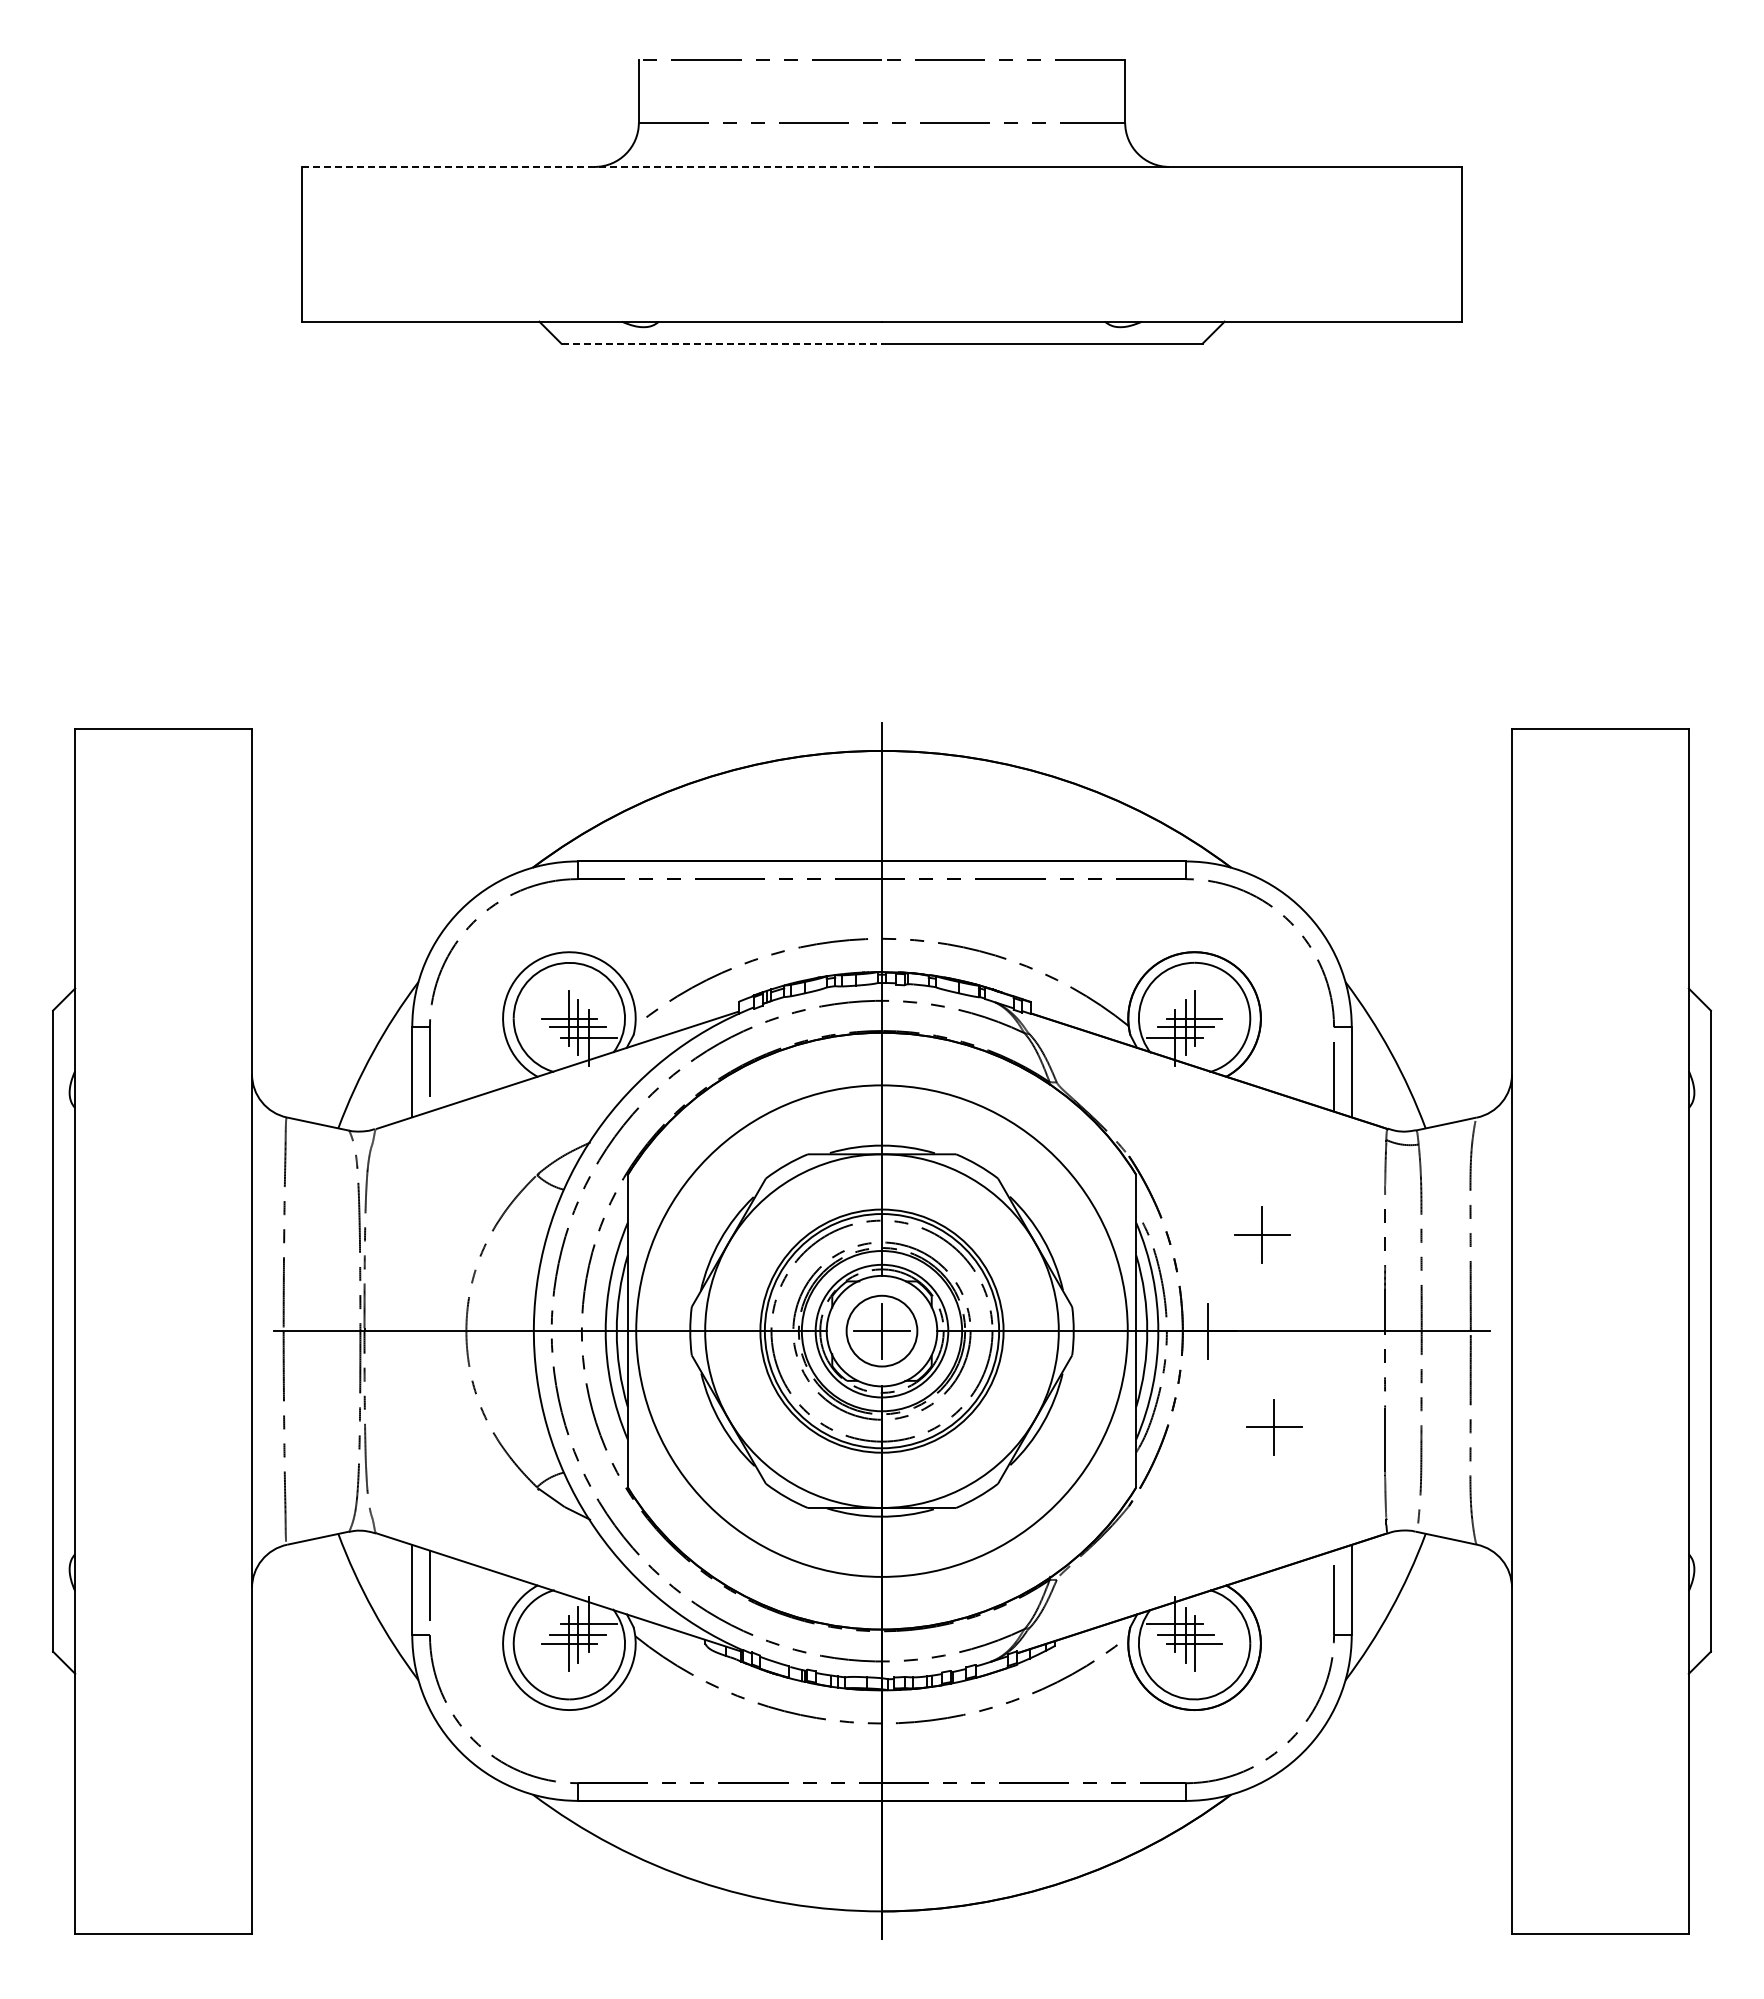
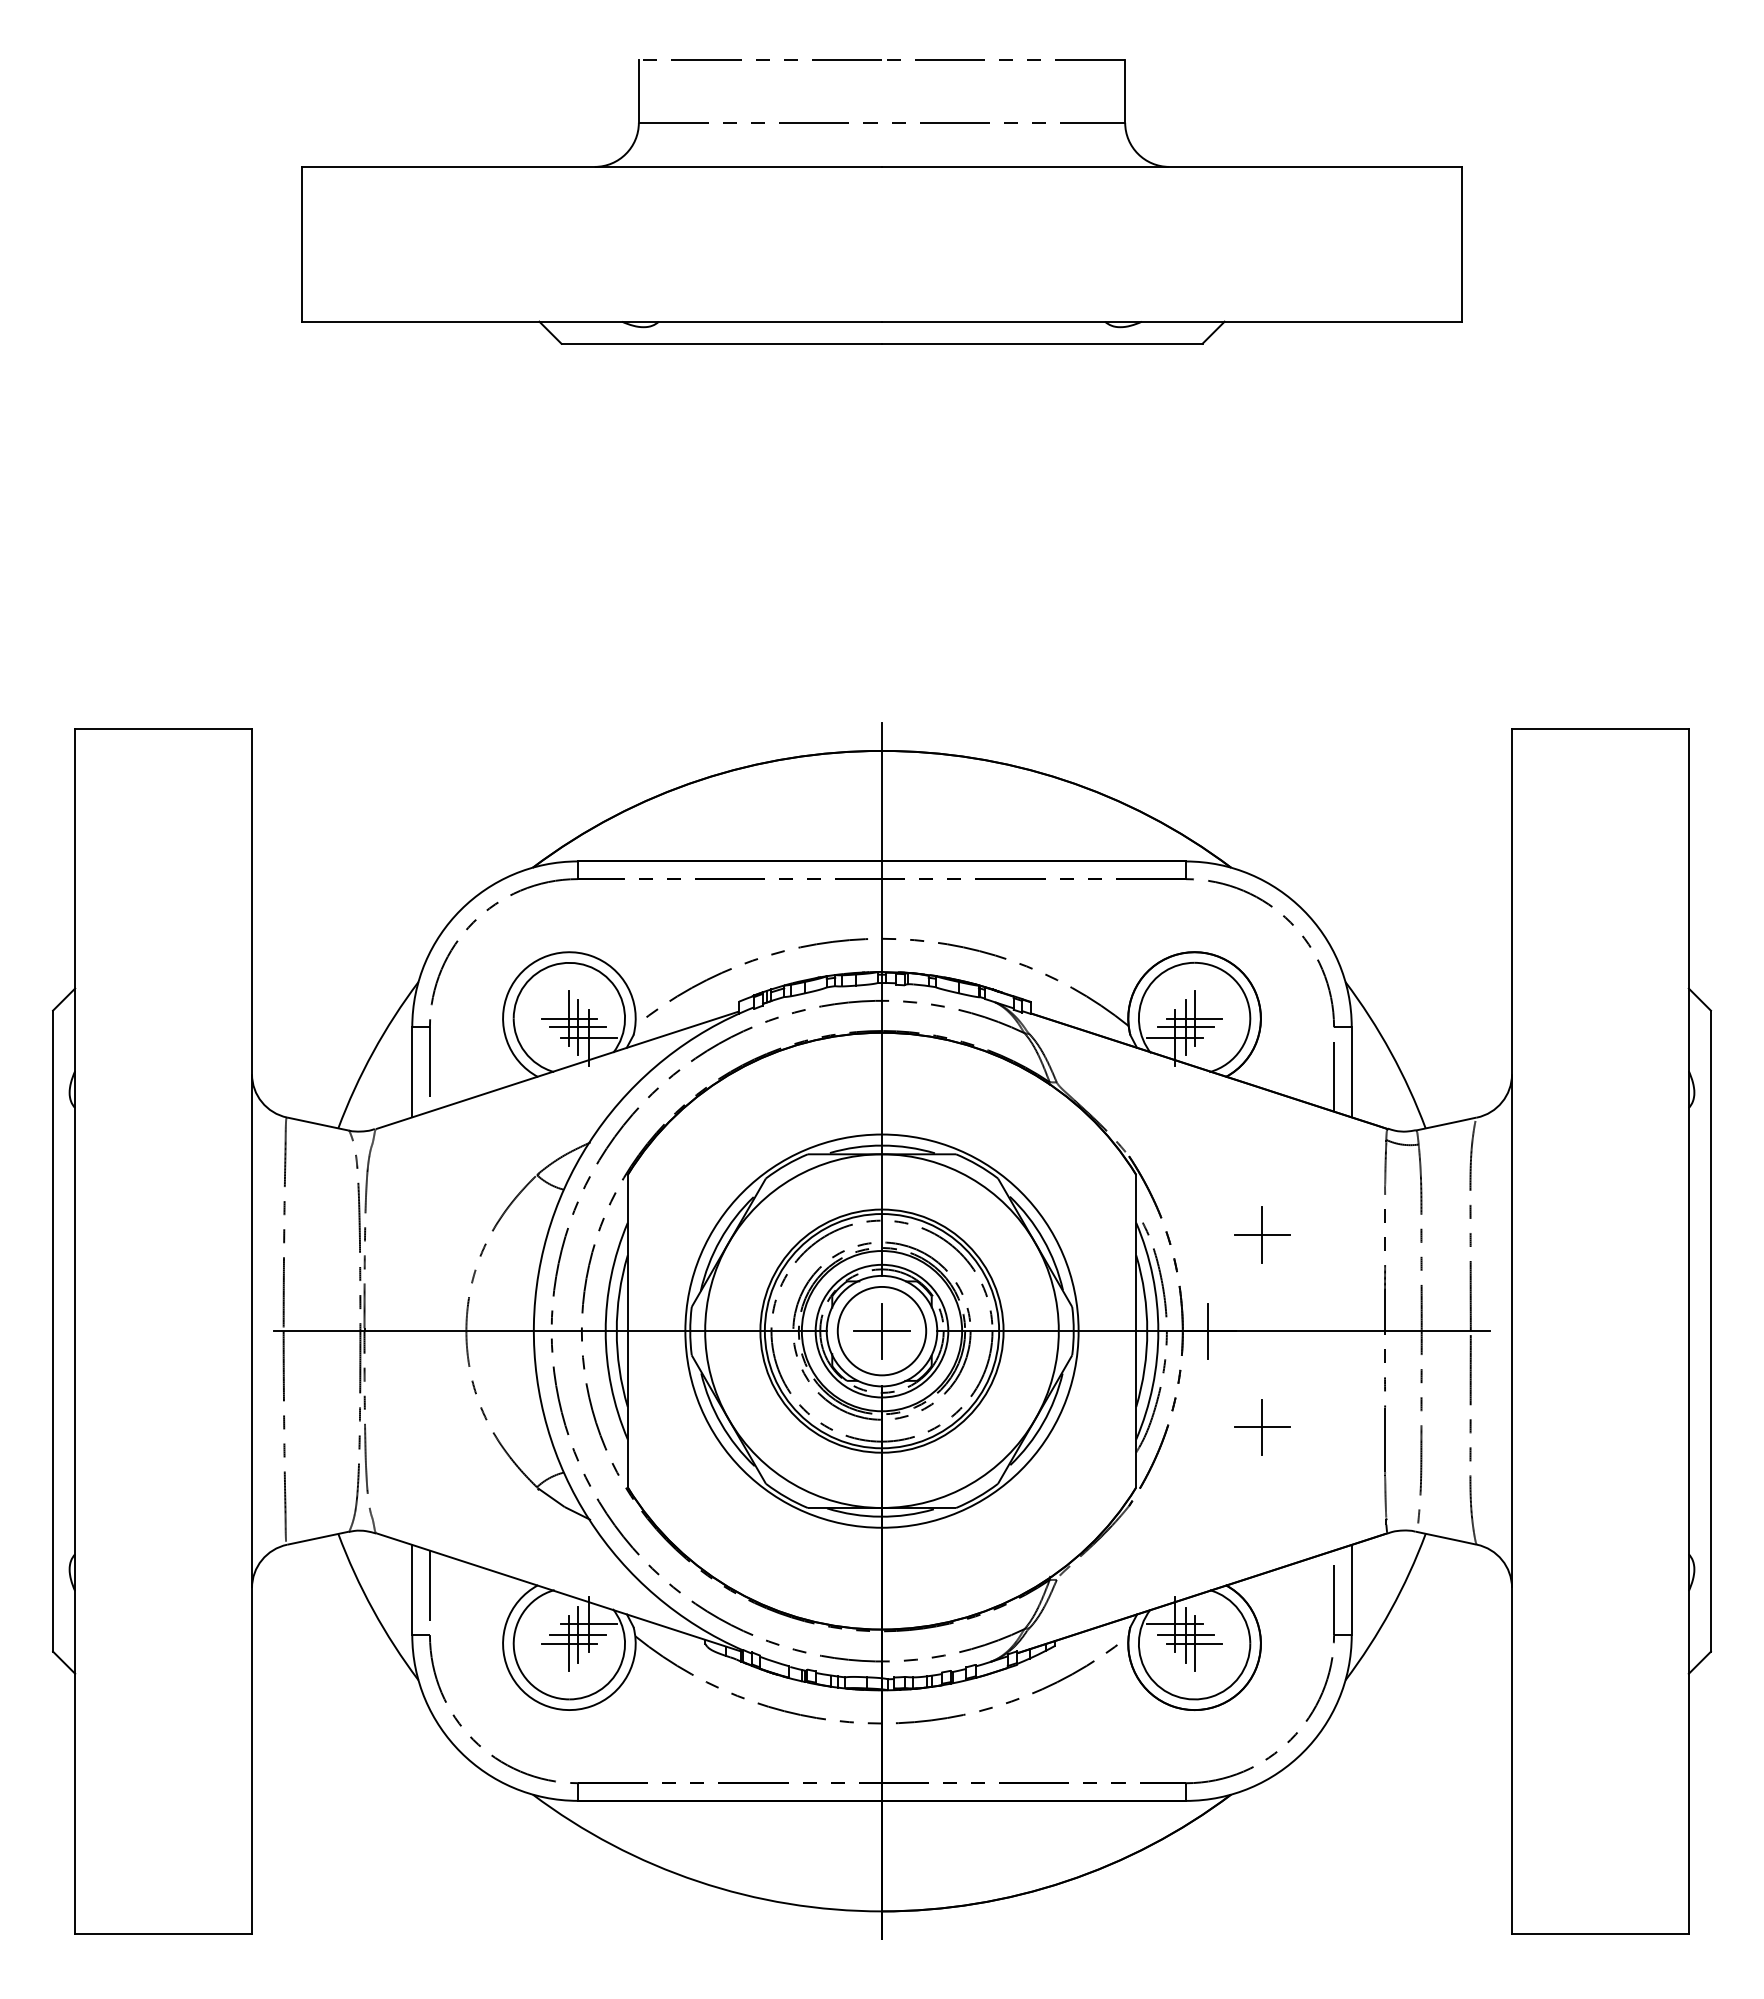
line at (592, 166): dashed -> solid
line at (722, 343): dashed -> solid
circle at (881, 1330) diameter: 492 px -> 393 px
circle at (881, 1330) diameter: 71 px -> 88 px
part at (1274, 1427) position: (1274, 1427) -> (1262, 1427)
